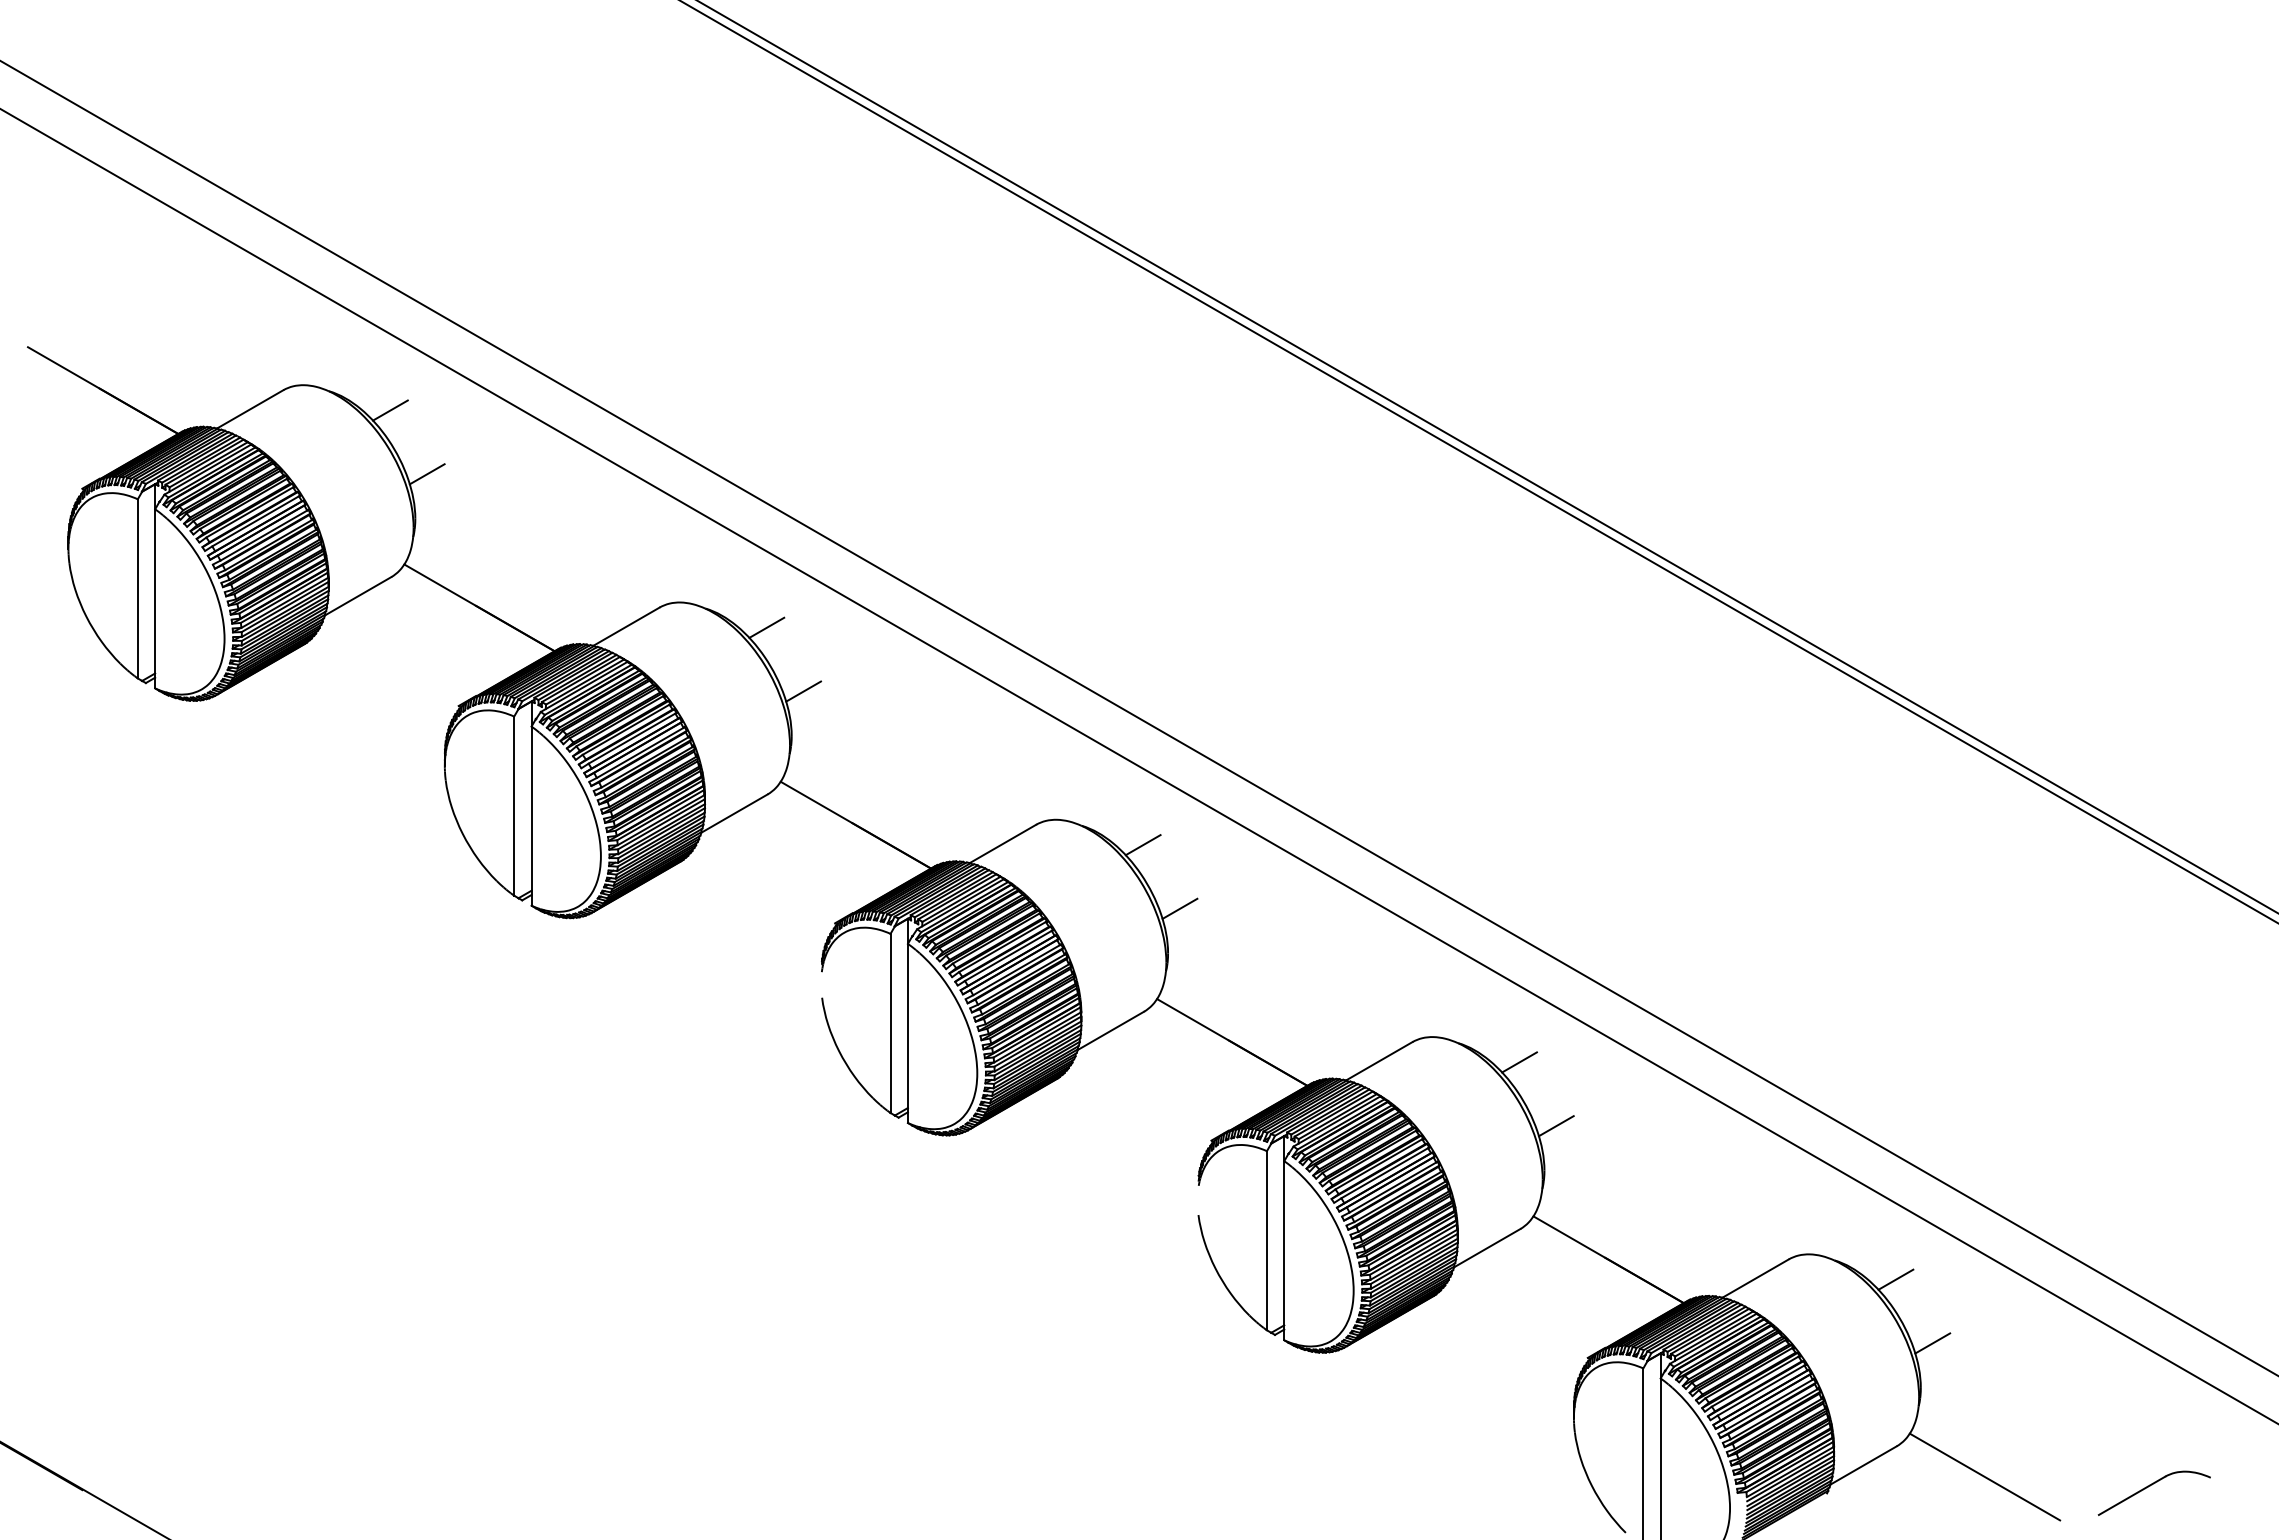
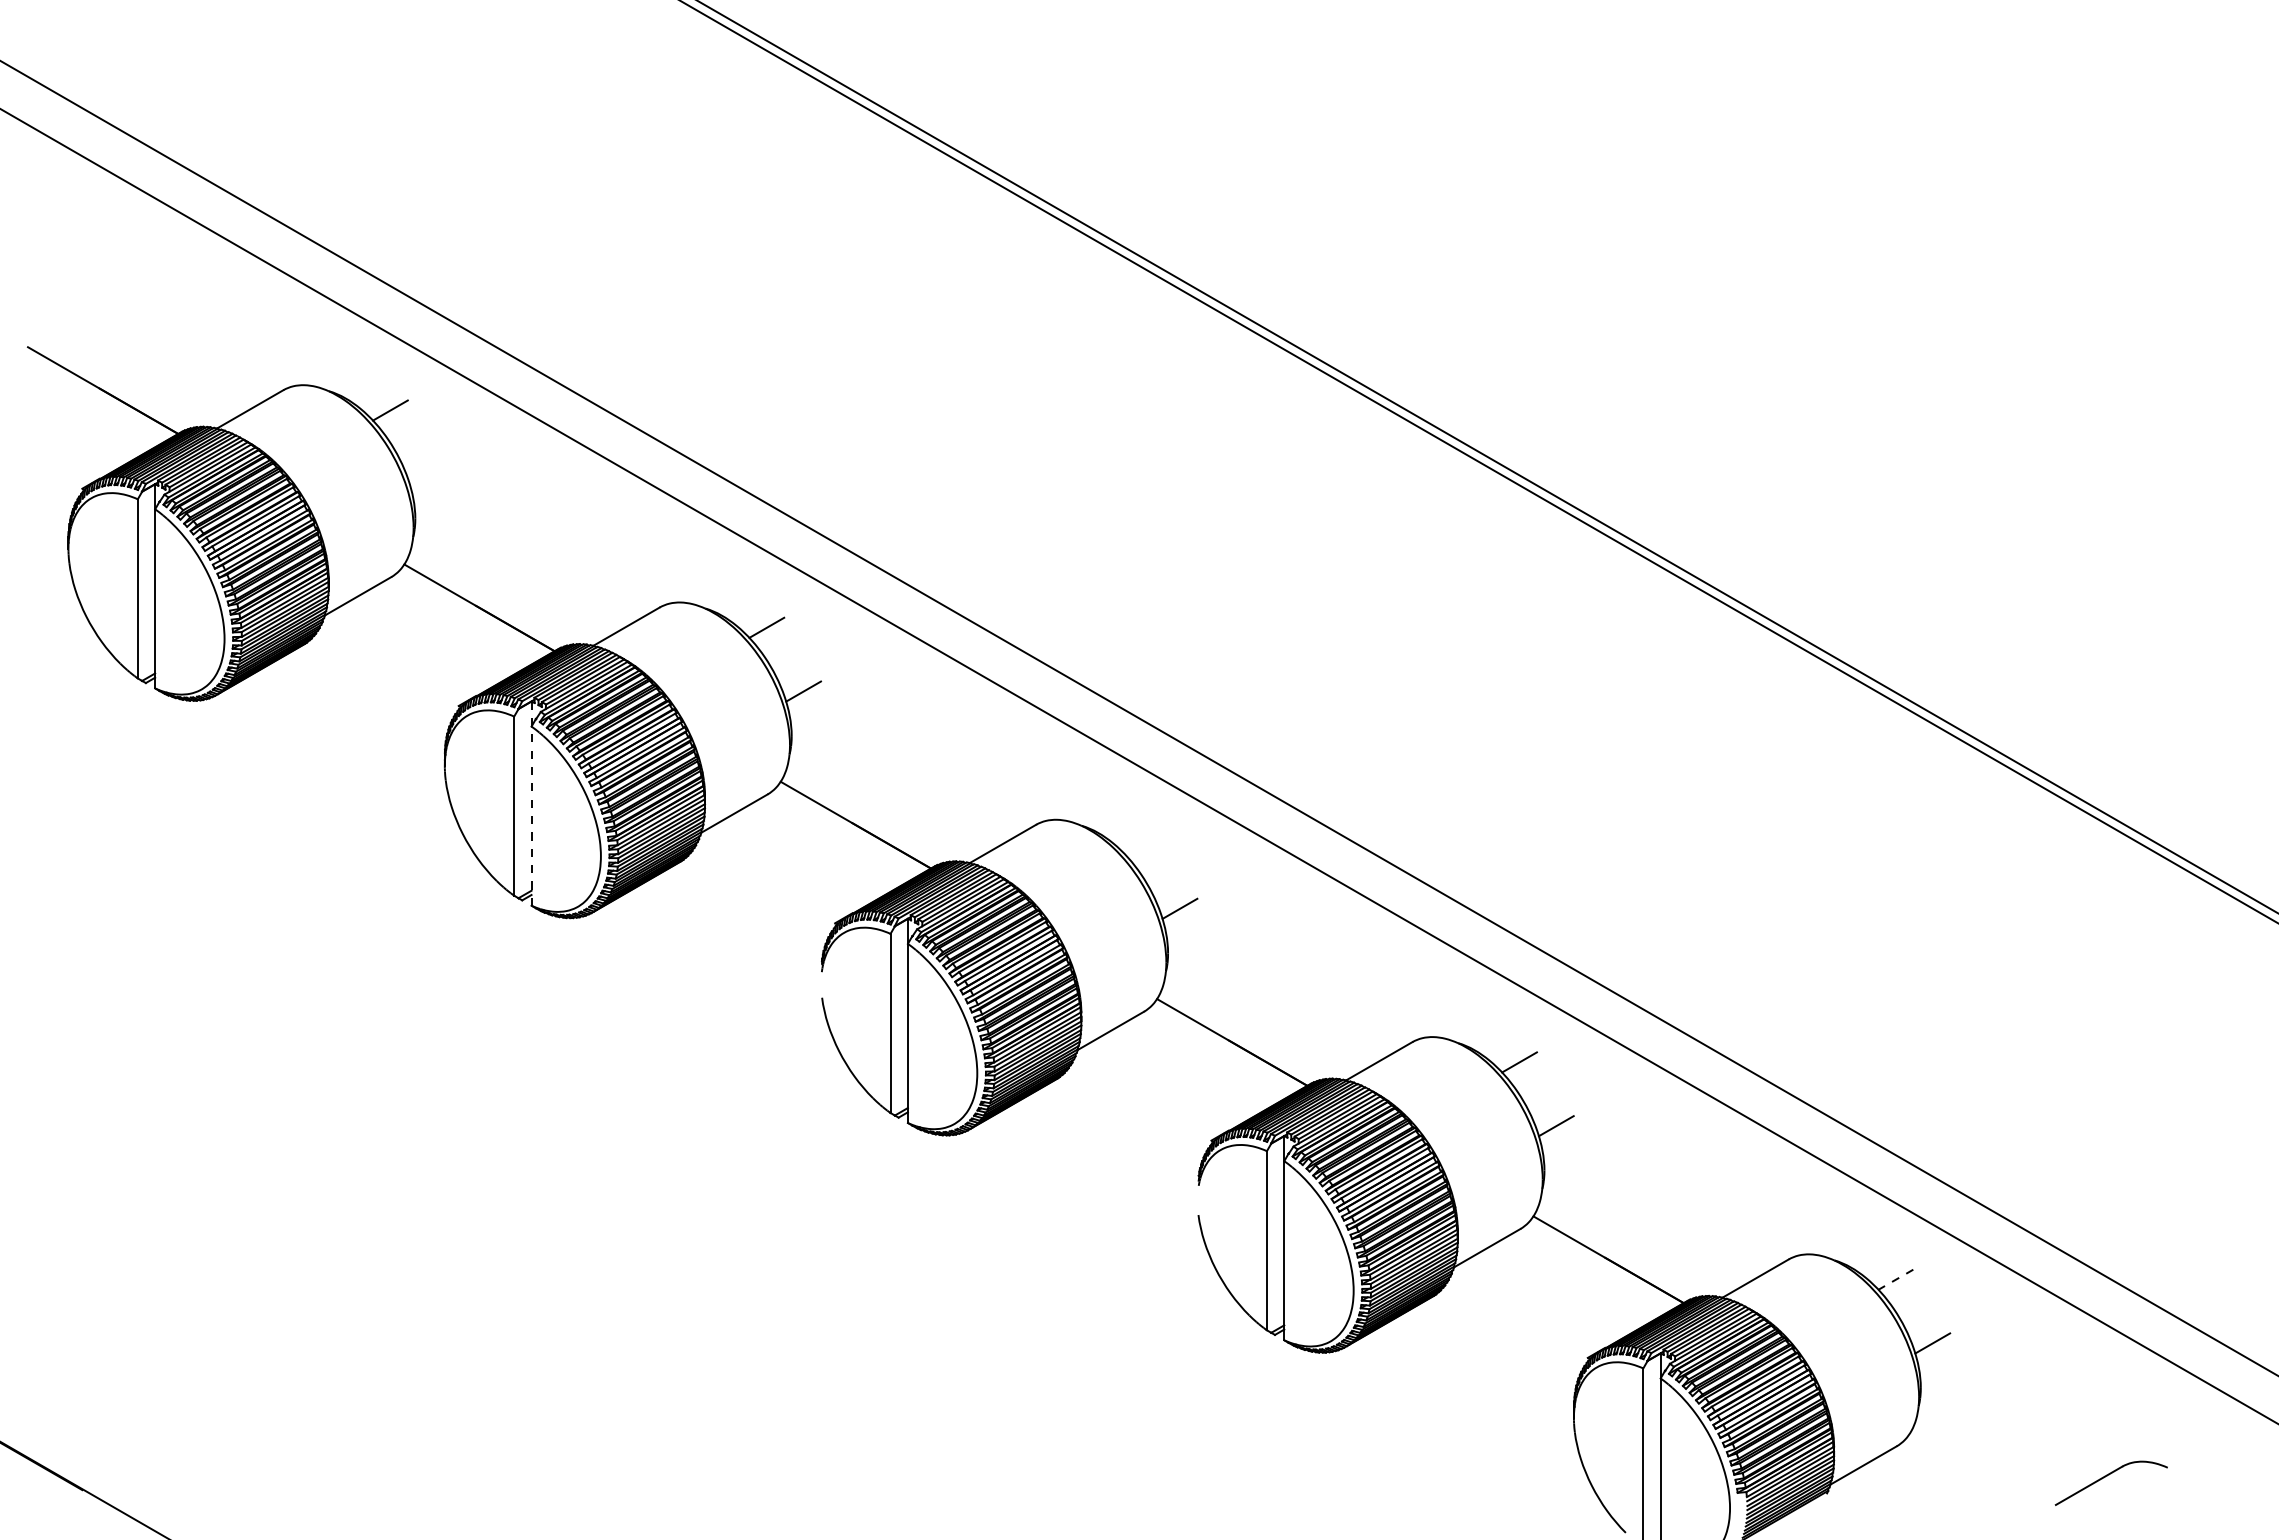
line at (426, 474): present -> none
line at (531, 804): solid -> dashed
line at (1142, 845): present -> none
line at (1895, 1279): solid -> dashed
line at (1984, 1476): present -> none
part at (2150, 1486) position: (2150, 1486) -> (2107, 1476)
